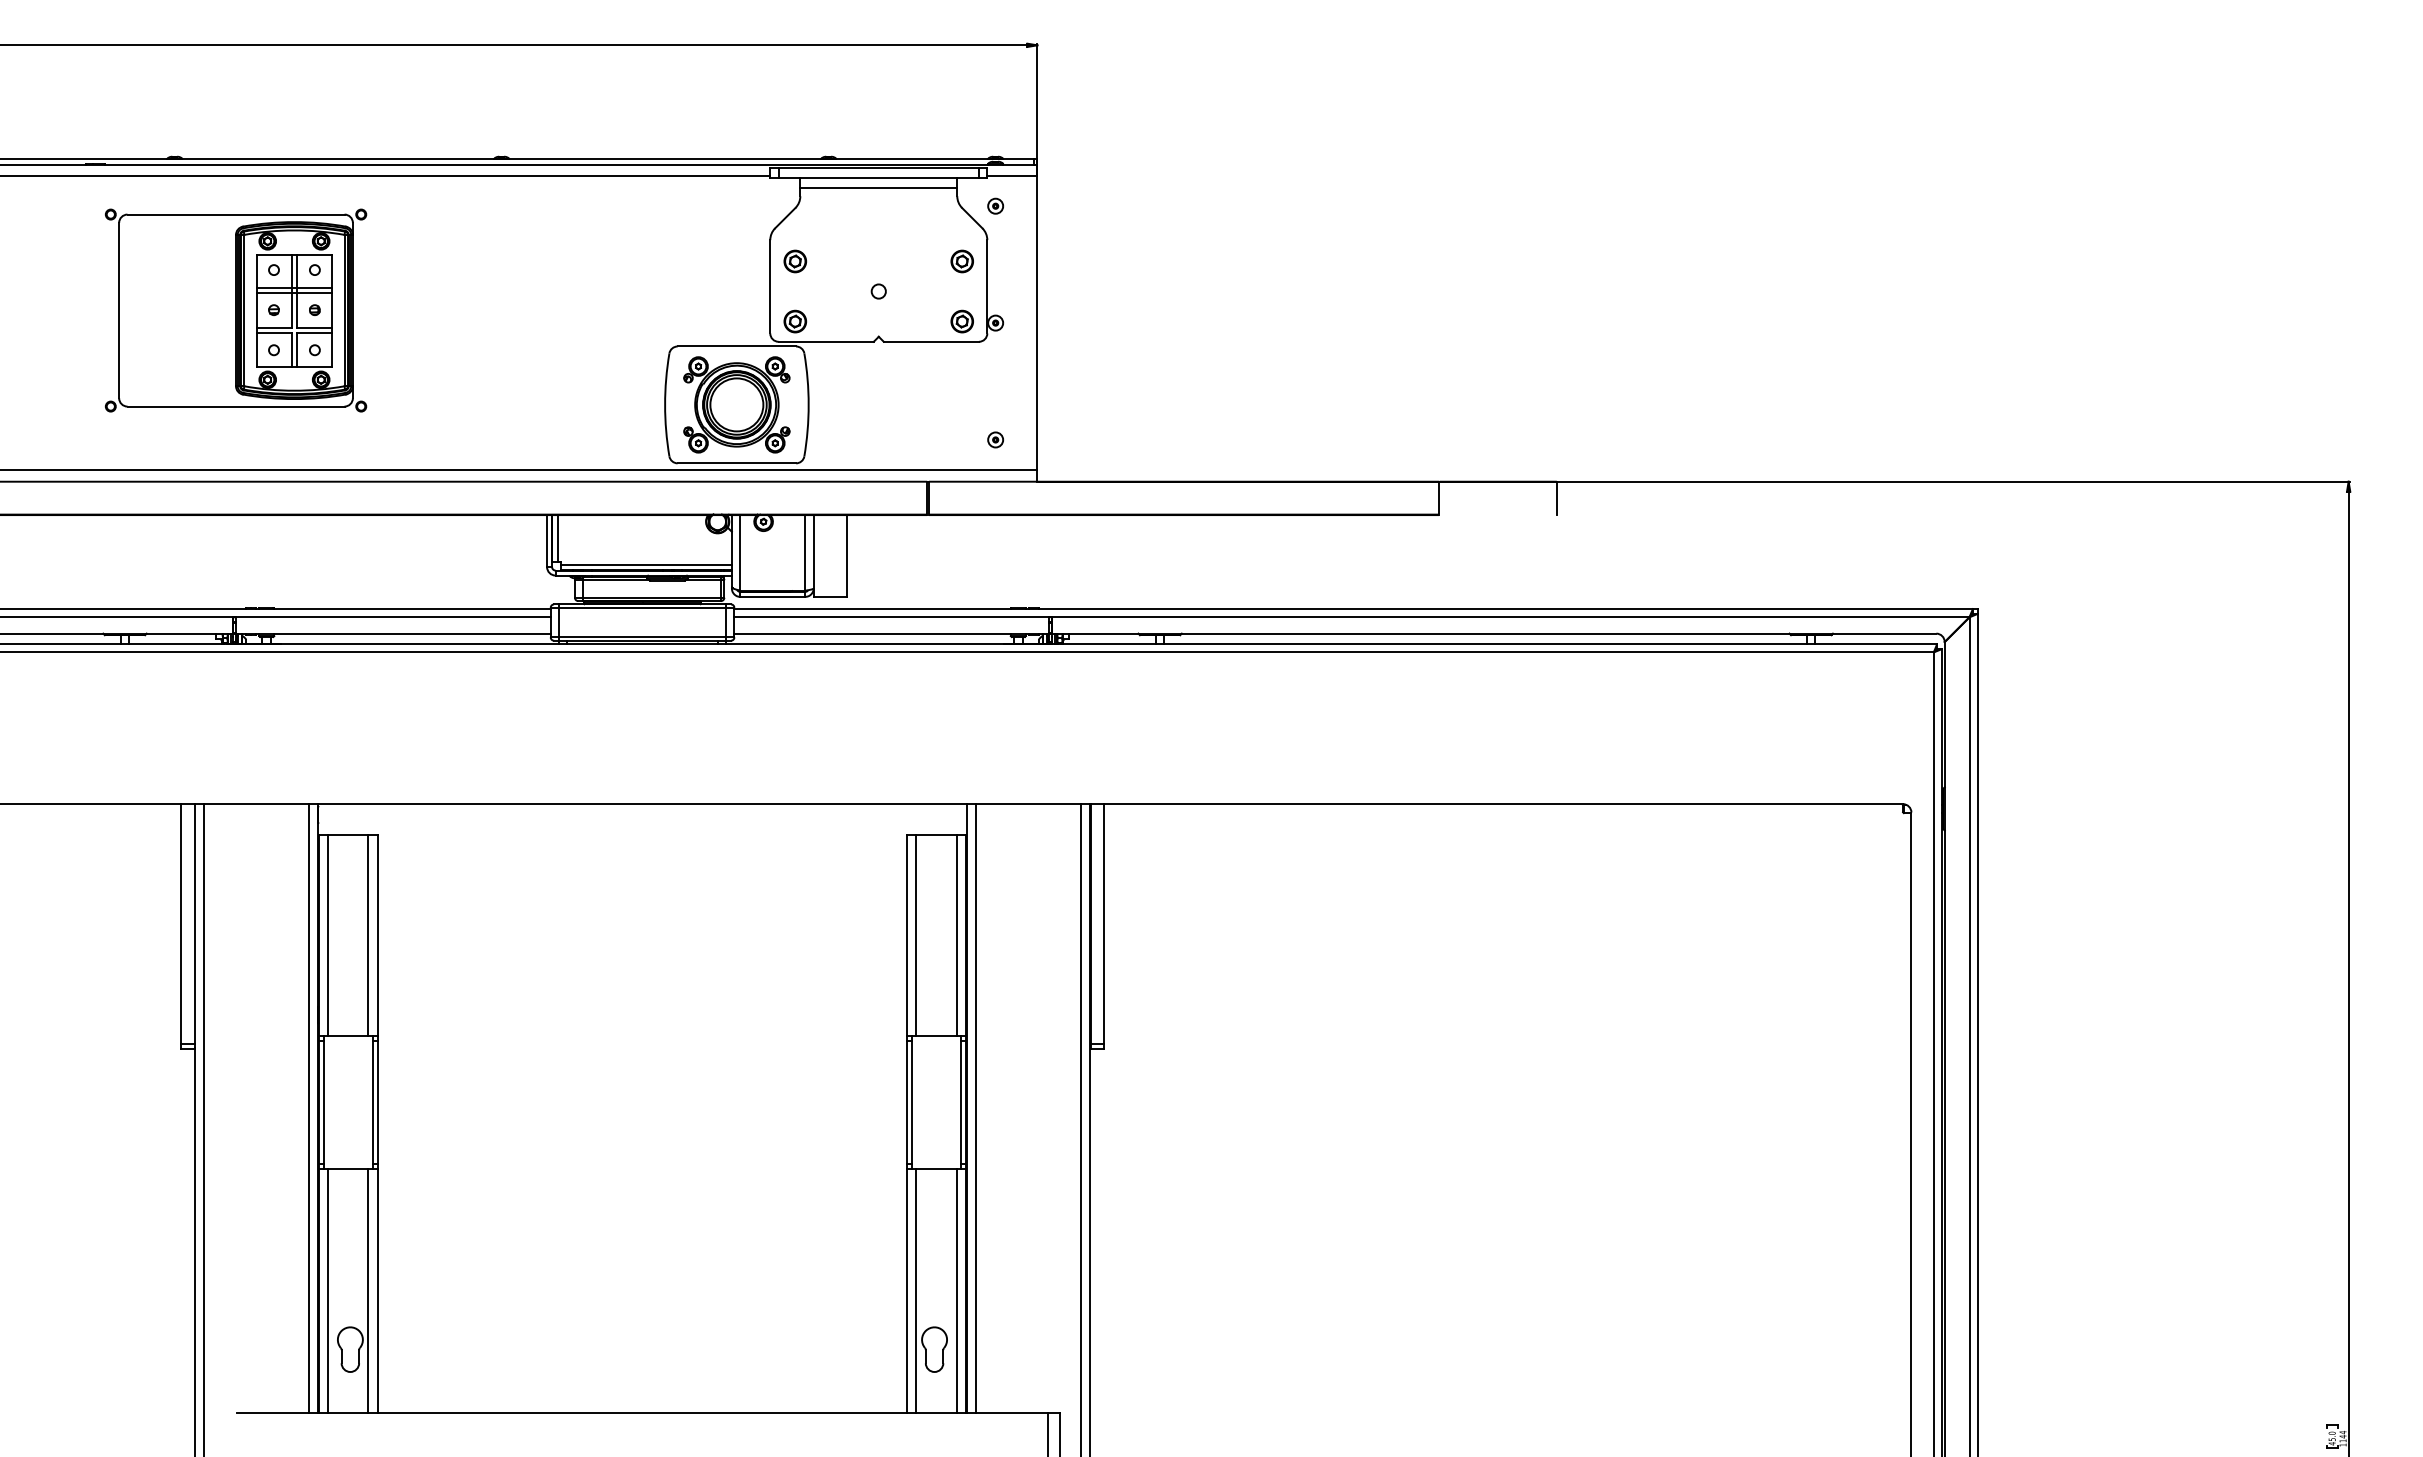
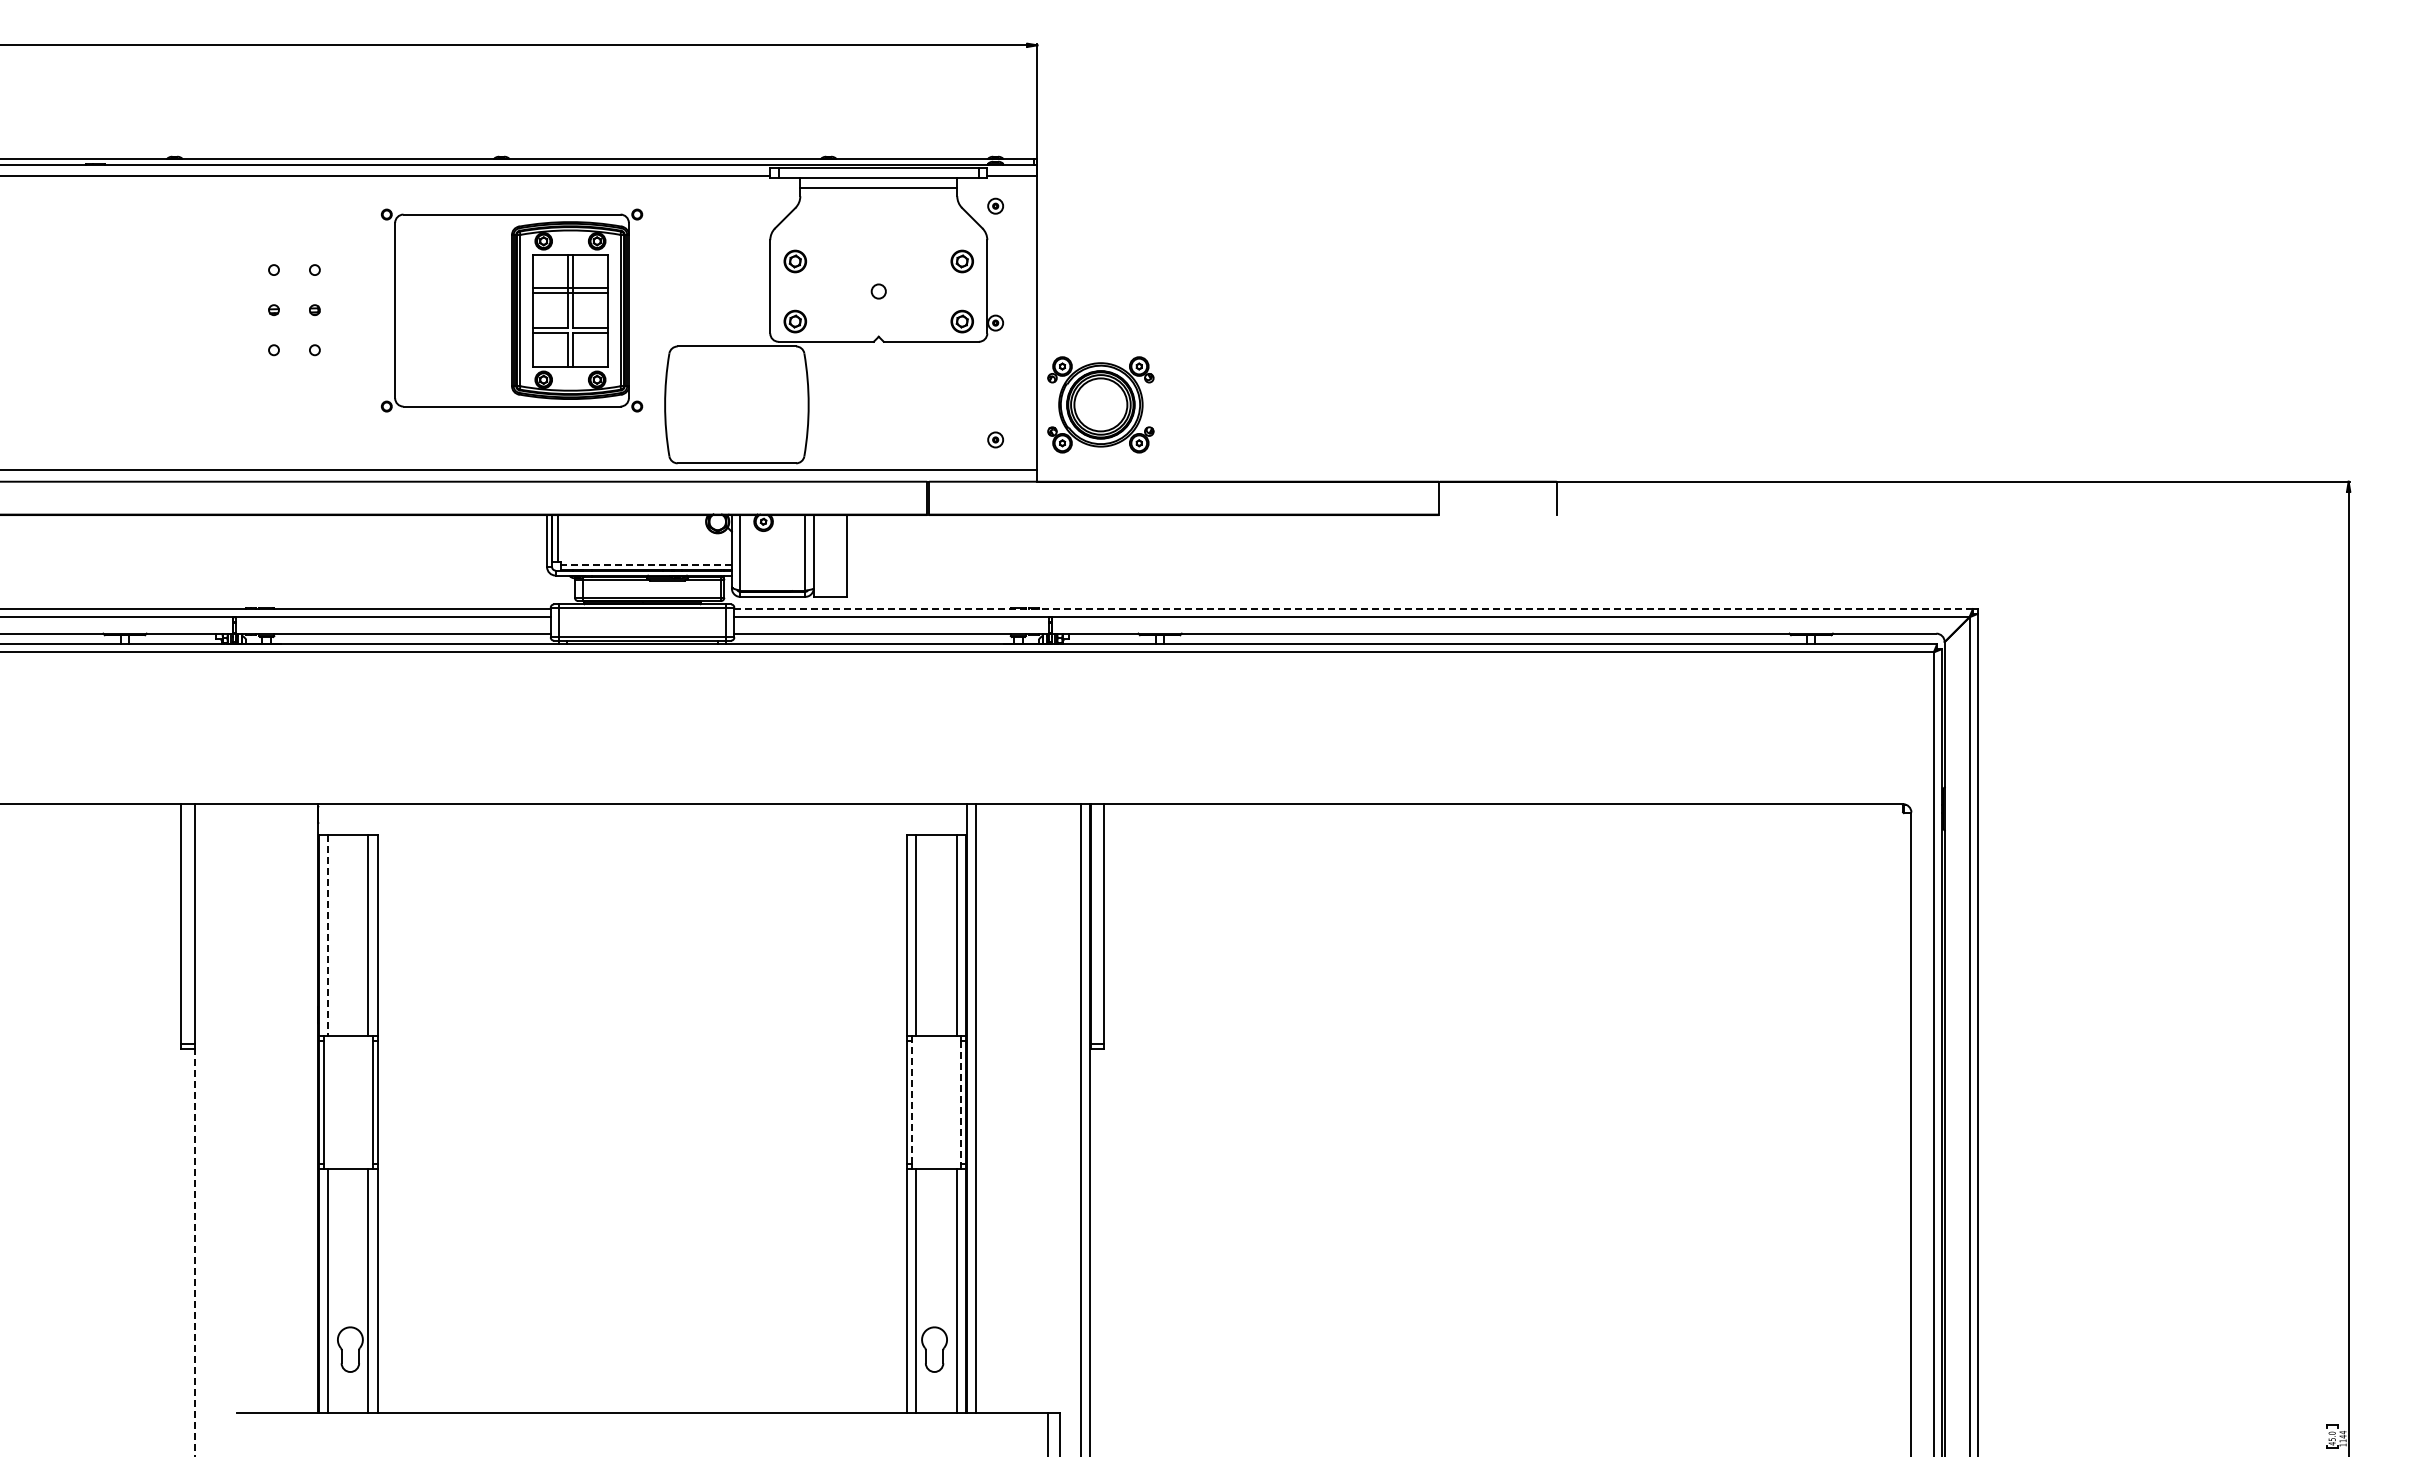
part at (235, 310) position: (235, 310) -> (511, 310)
part at (736, 404) position: (736, 404) -> (1100, 404)
line at (646, 564): solid -> dashed
line at (1354, 608): solid -> dashed
line at (327, 936): solid -> dashed
line at (912, 1102): solid -> dashed
line at (961, 1102): solid -> dashed
line at (309, 1108): present -> none
line at (203, 1128): present -> none
line at (194, 1253): solid -> dashed
